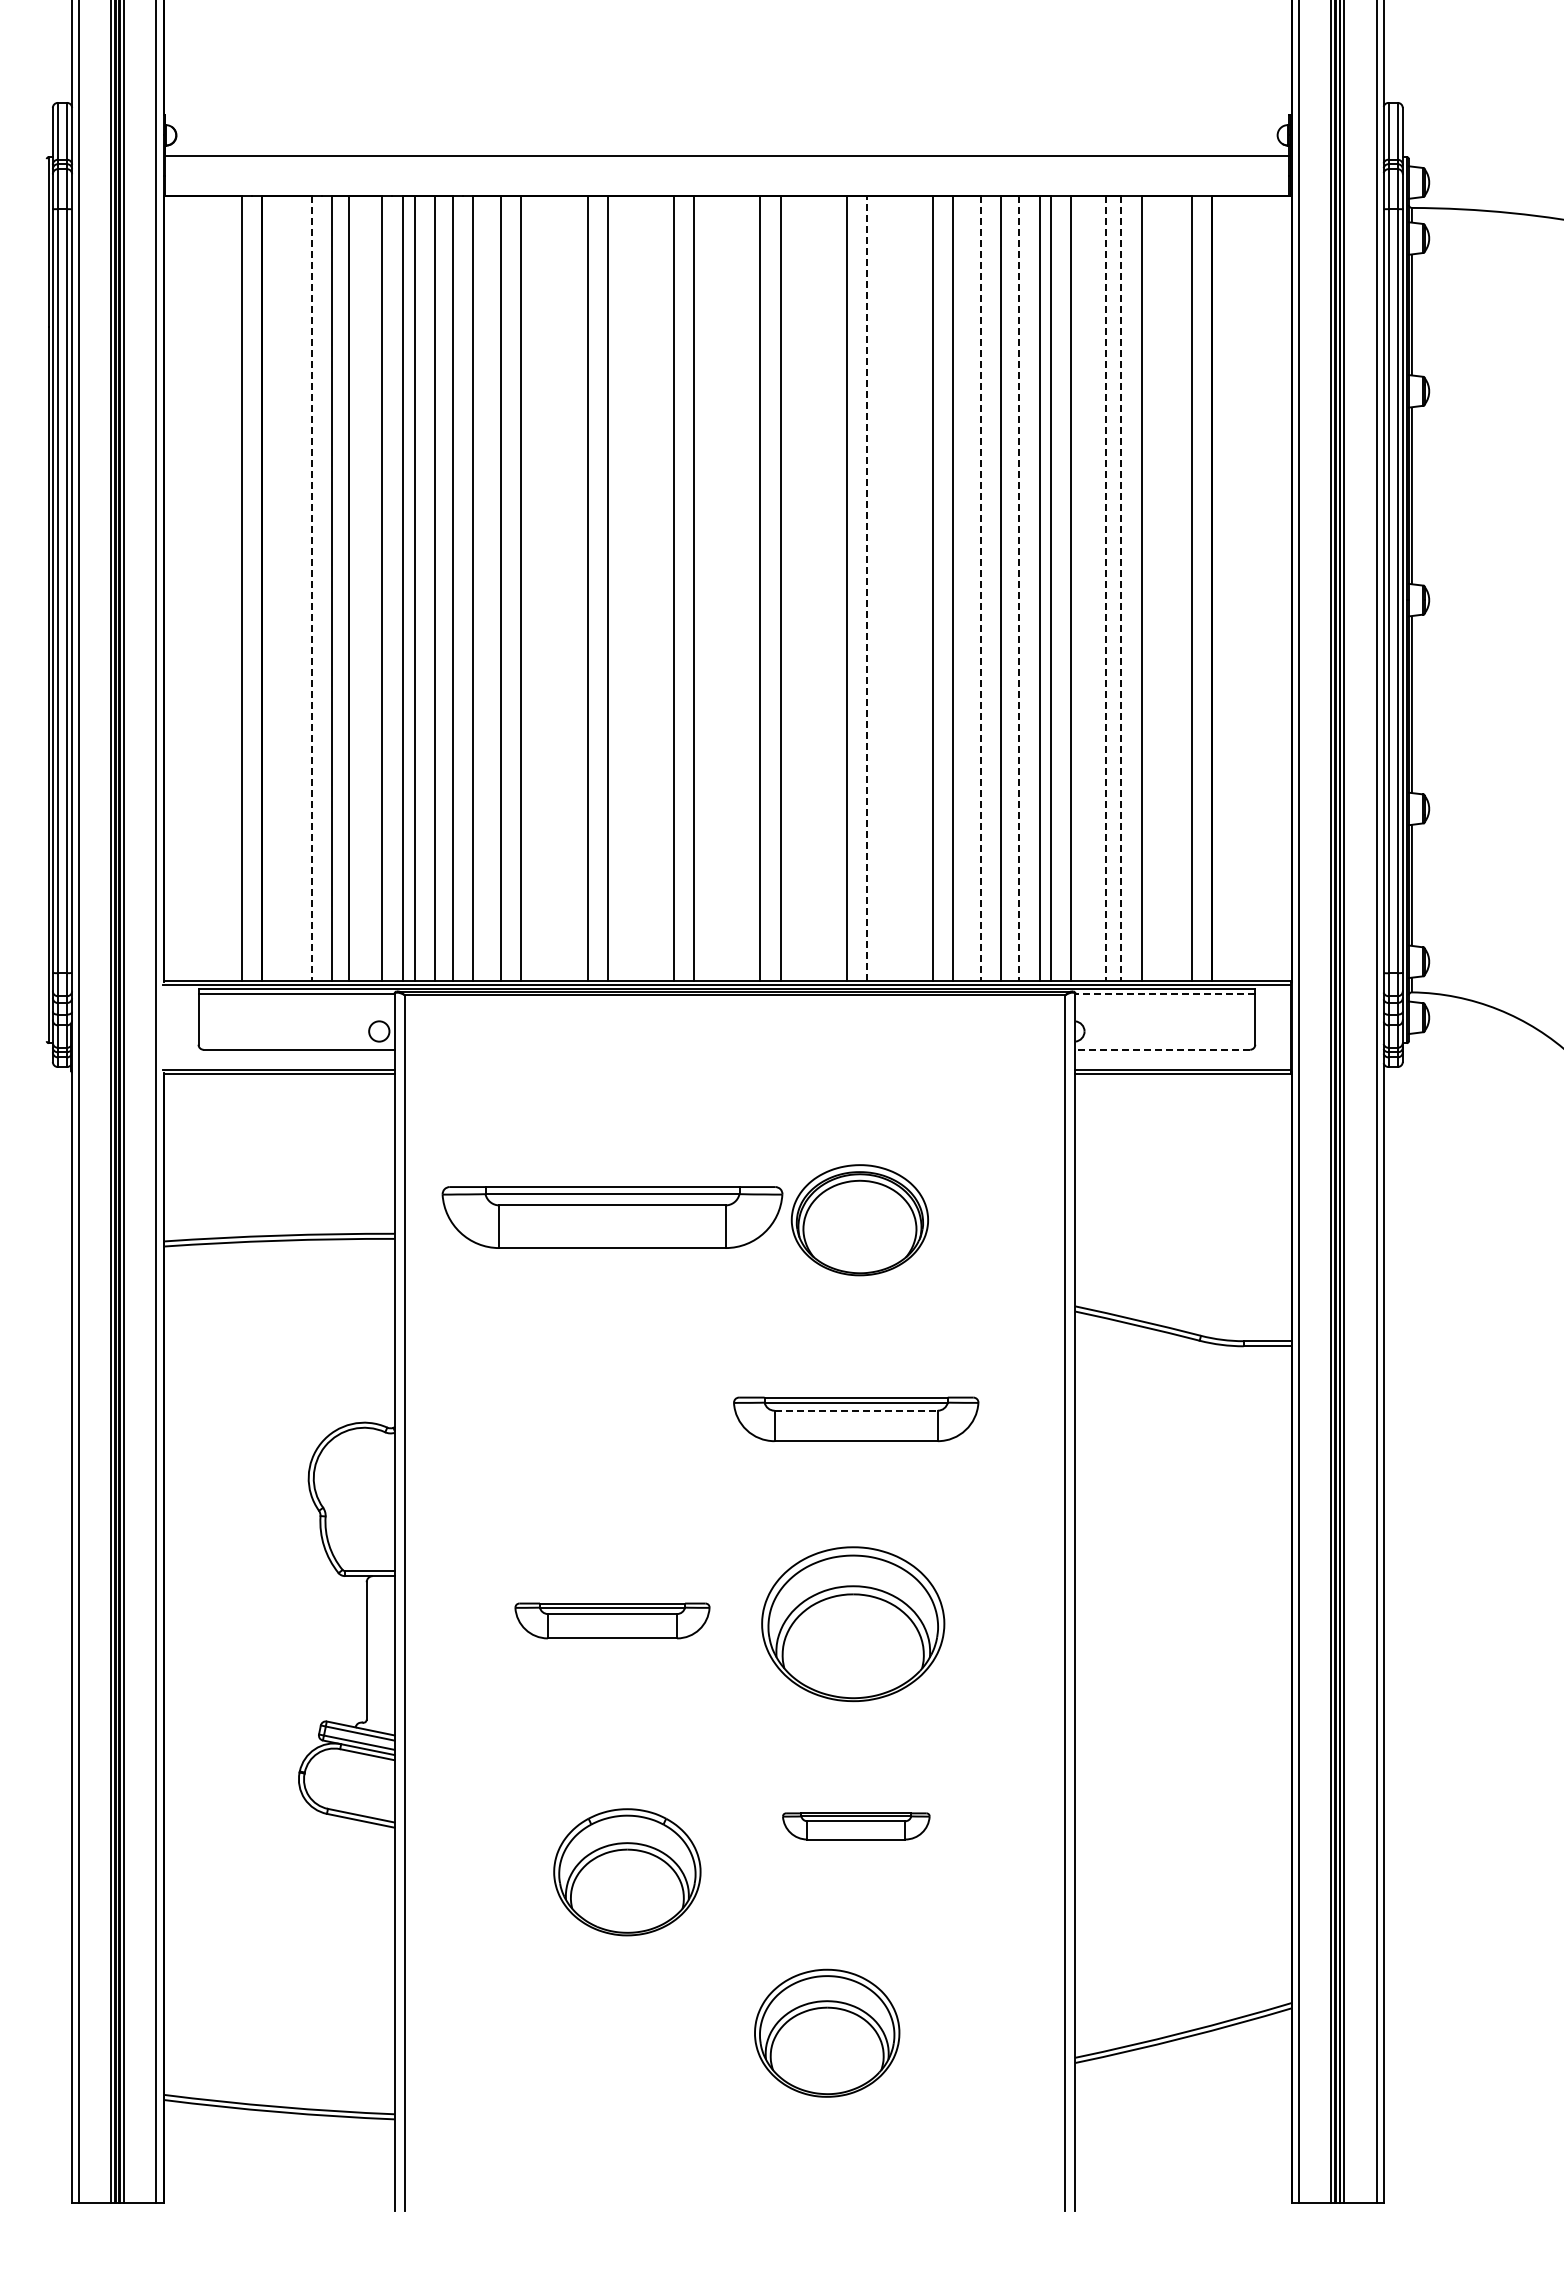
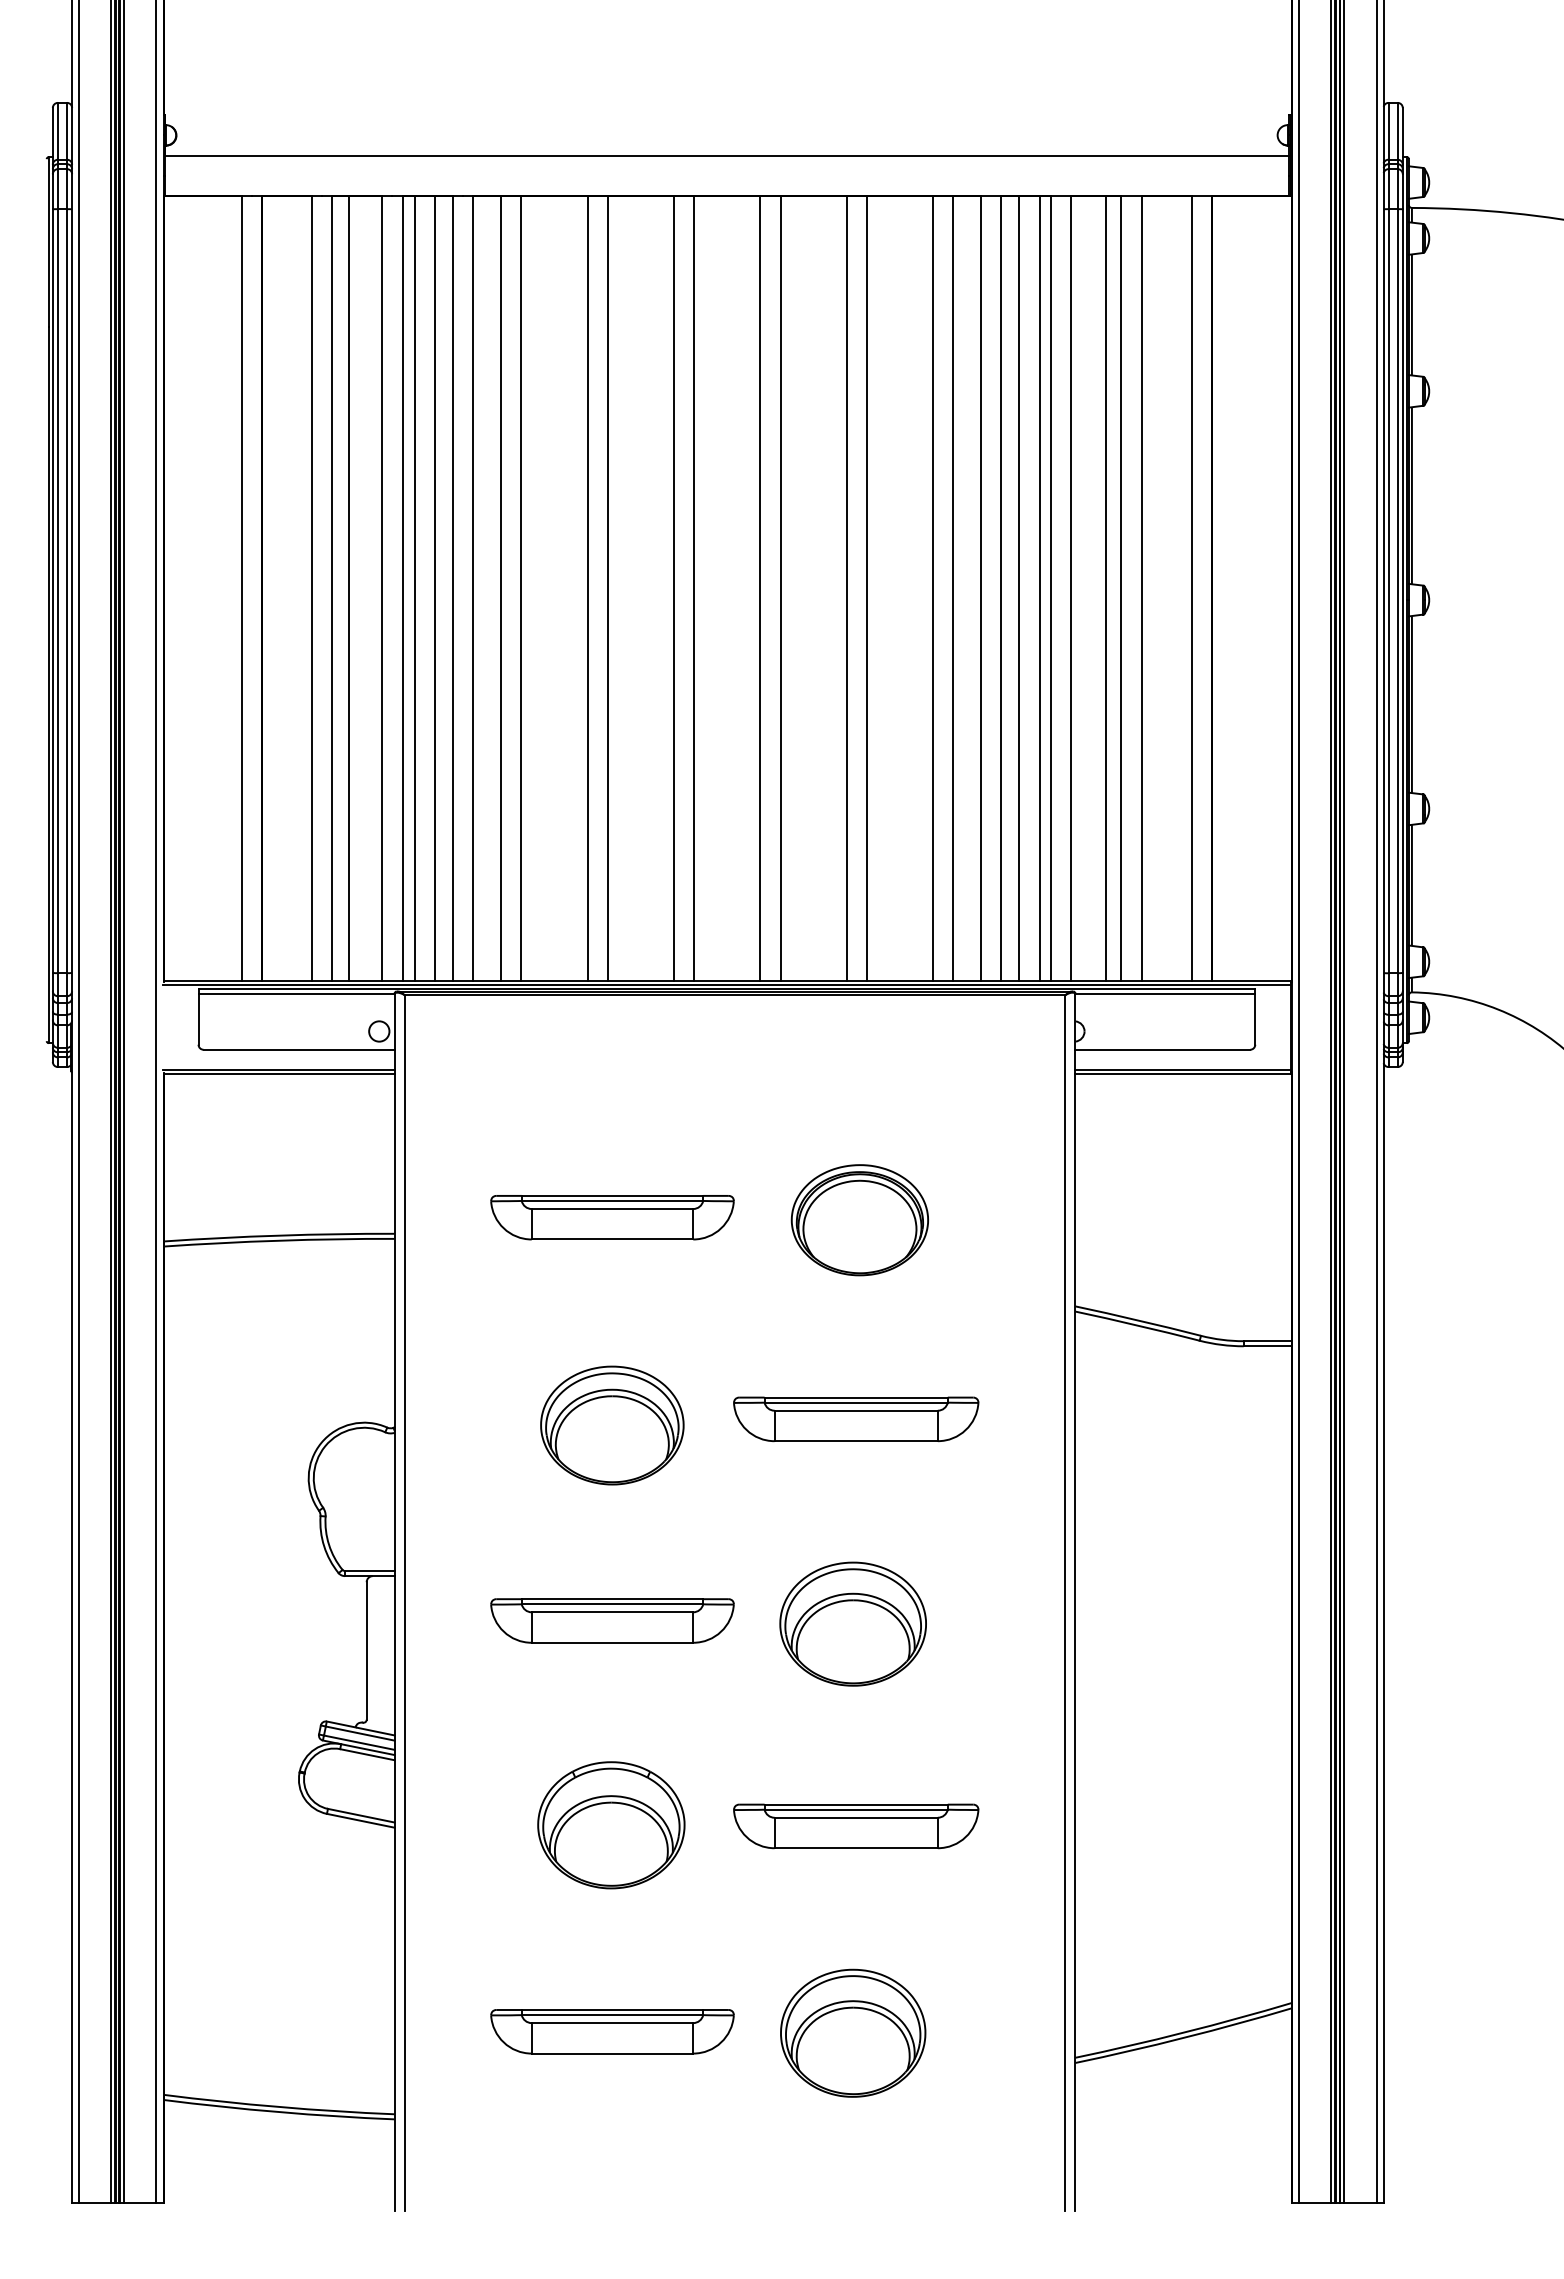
line at (866, 588): dashed -> solid
line at (311, 589): dashed -> solid
line at (980, 589): dashed -> solid
line at (1019, 589): dashed -> solid
line at (1105, 589): dashed -> solid
line at (1121, 589): dashed -> solid
line at (1165, 993): dashed -> solid
line at (1162, 1049): dashed -> solid
part at (612, 1217) size: 343x63 px -> 245x46 px
line at (856, 1410): dashed -> solid
part at (612, 1425): none -> present
part at (612, 1620) size: 197x38 px -> 245x46 px
part at (853, 1624) size: 185x157 px -> 148x126 px
part at (856, 1826) size: 149x29 px -> 247x47 px
part at (627, 1872) position: (627, 1872) -> (611, 1825)
part at (612, 2031): none -> present
part at (827, 2032) position: (827, 2032) -> (853, 2032)
